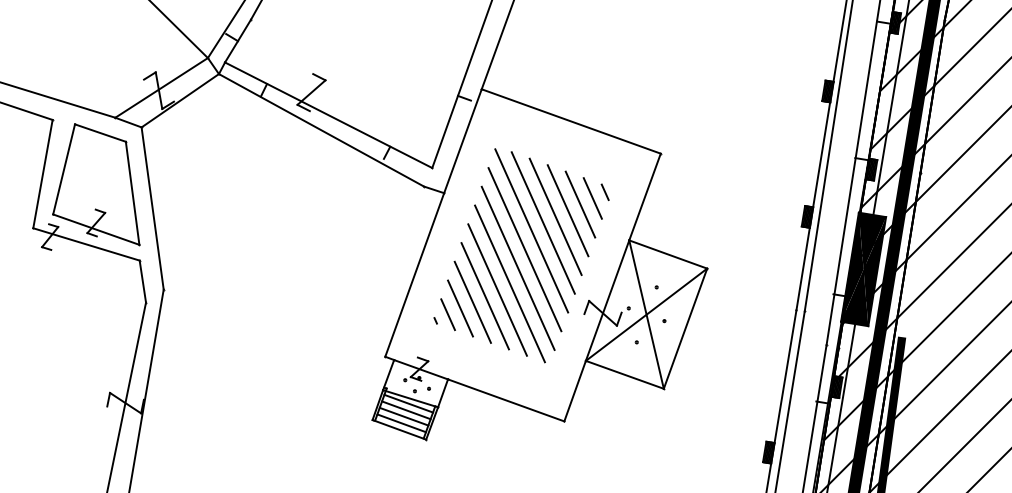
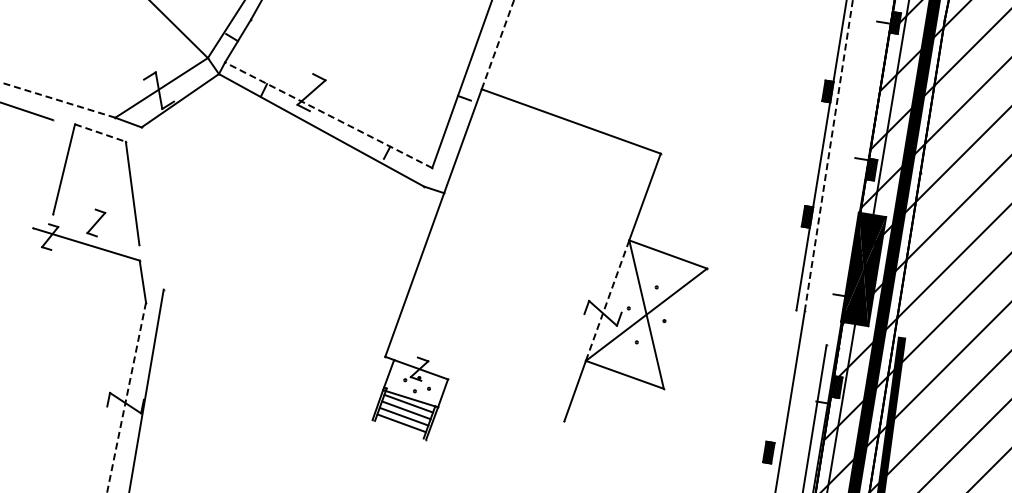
line at (498, 44): solid -> dashed
line at (58, 100): solid -> dashed
line at (328, 115): solid -> dashed
line at (100, 133): solid -> dashed
line at (828, 155): solid -> dashed
line at (42, 173): present -> none
line at (852, 173): present -> none
line at (152, 208): present -> none
line at (96, 229): present -> none
hatch at (521, 255): present -> none
line at (607, 301): solid -> dashed
line at (685, 328): present -> none
line at (126, 397): solid -> dashed
line at (781, 399): present -> none
line at (506, 400): present -> none
line at (399, 429): present -> none
